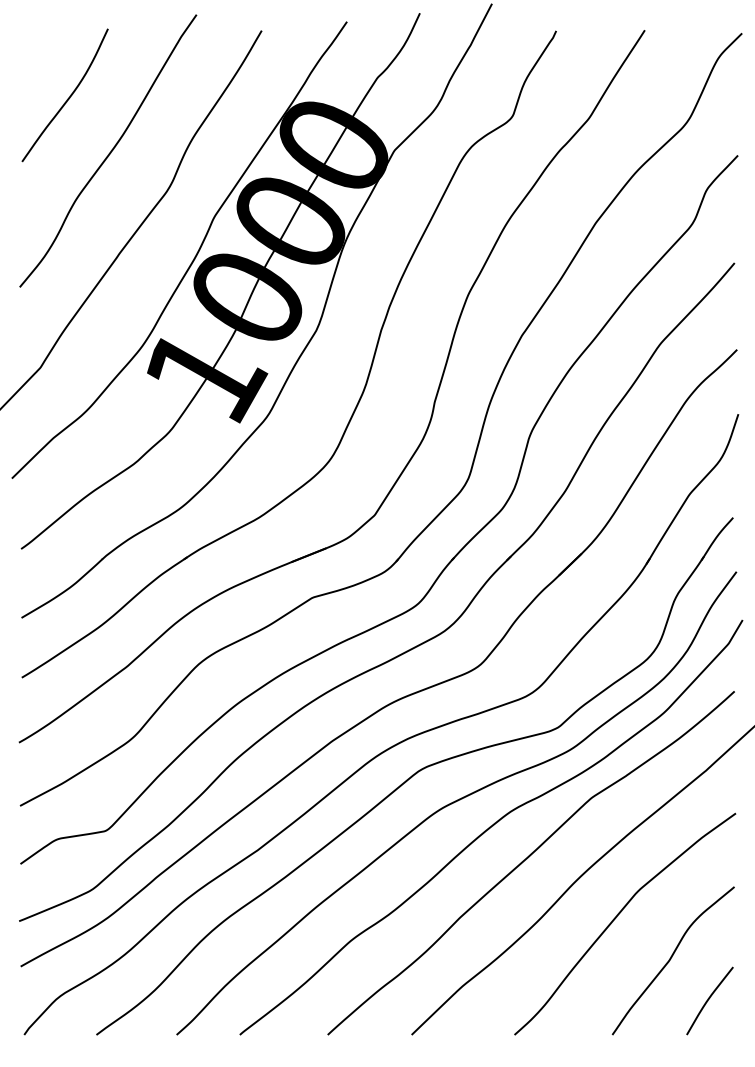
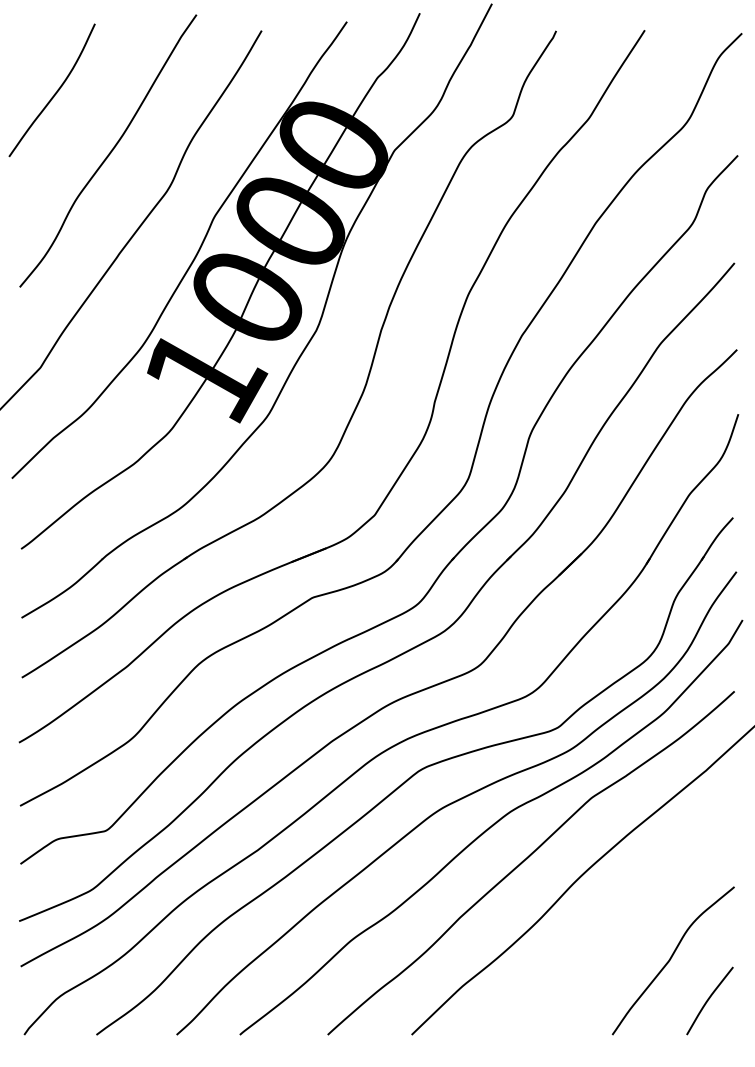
curve at (67, 98) position: (67, 98) -> (54, 93)
curve at (617, 917): present -> none
